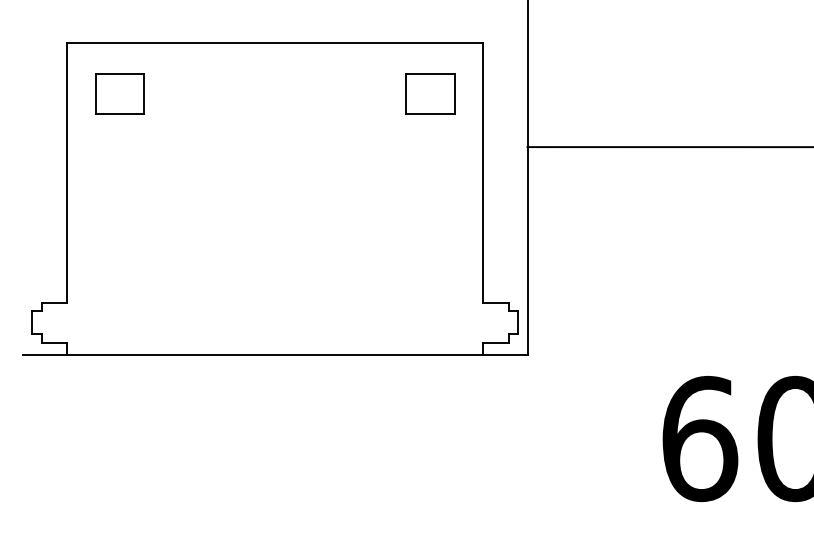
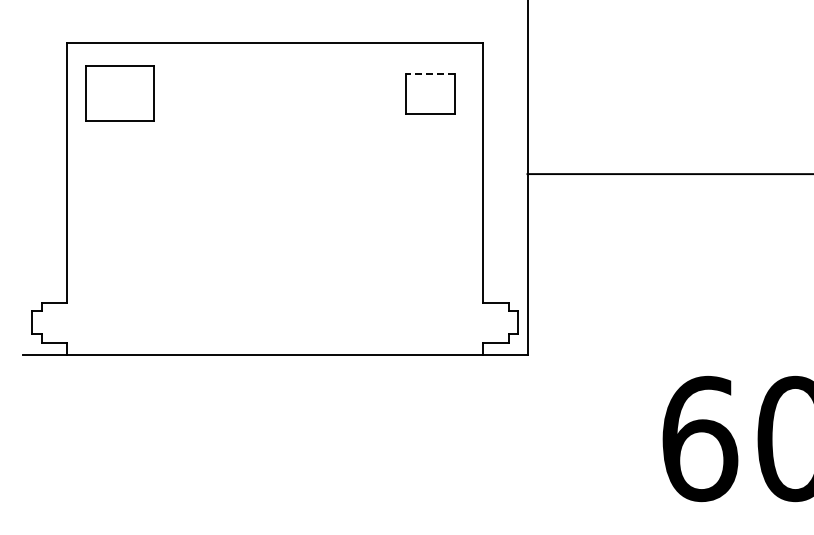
line at (429, 73): solid -> dashed
part at (119, 93) size: 50x42 px -> 70x57 px
line at (668, 147) position: (668, 147) -> (668, 174)
